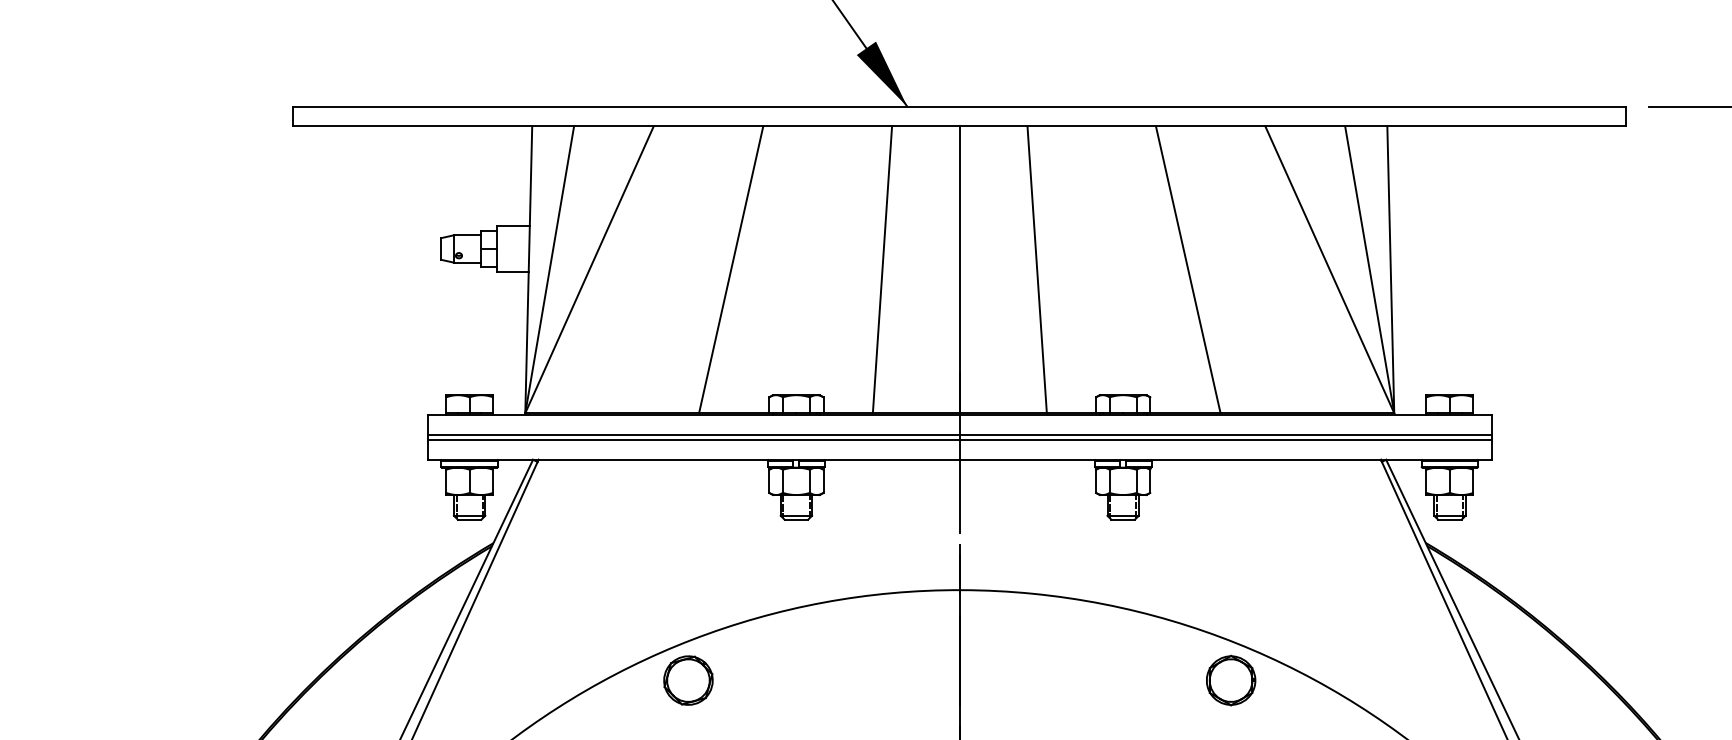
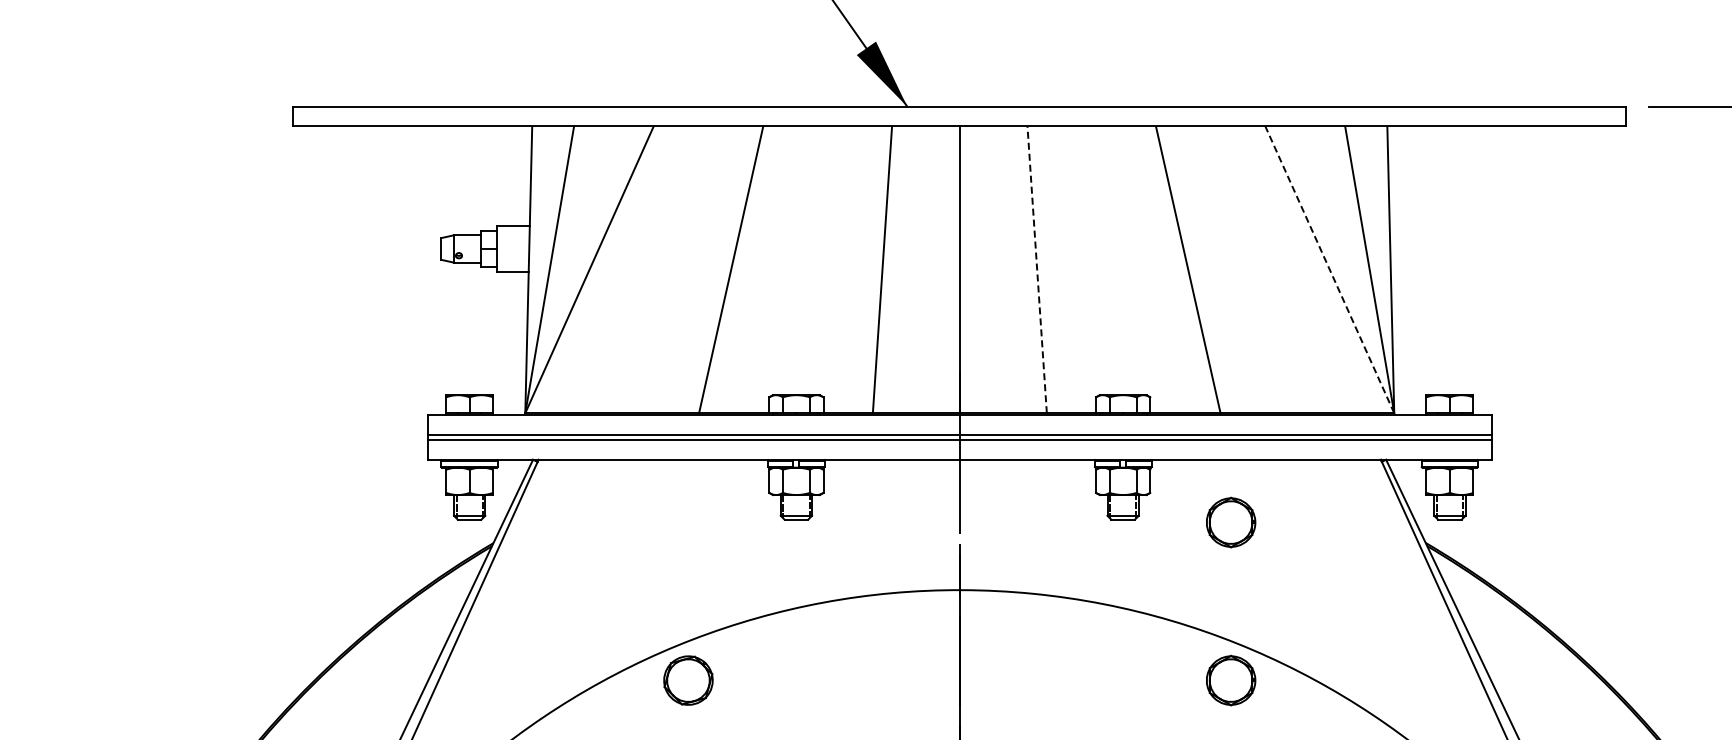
line at (1037, 269): solid -> dashed
line at (1329, 269): solid -> dashed
part at (1231, 522): none -> present
